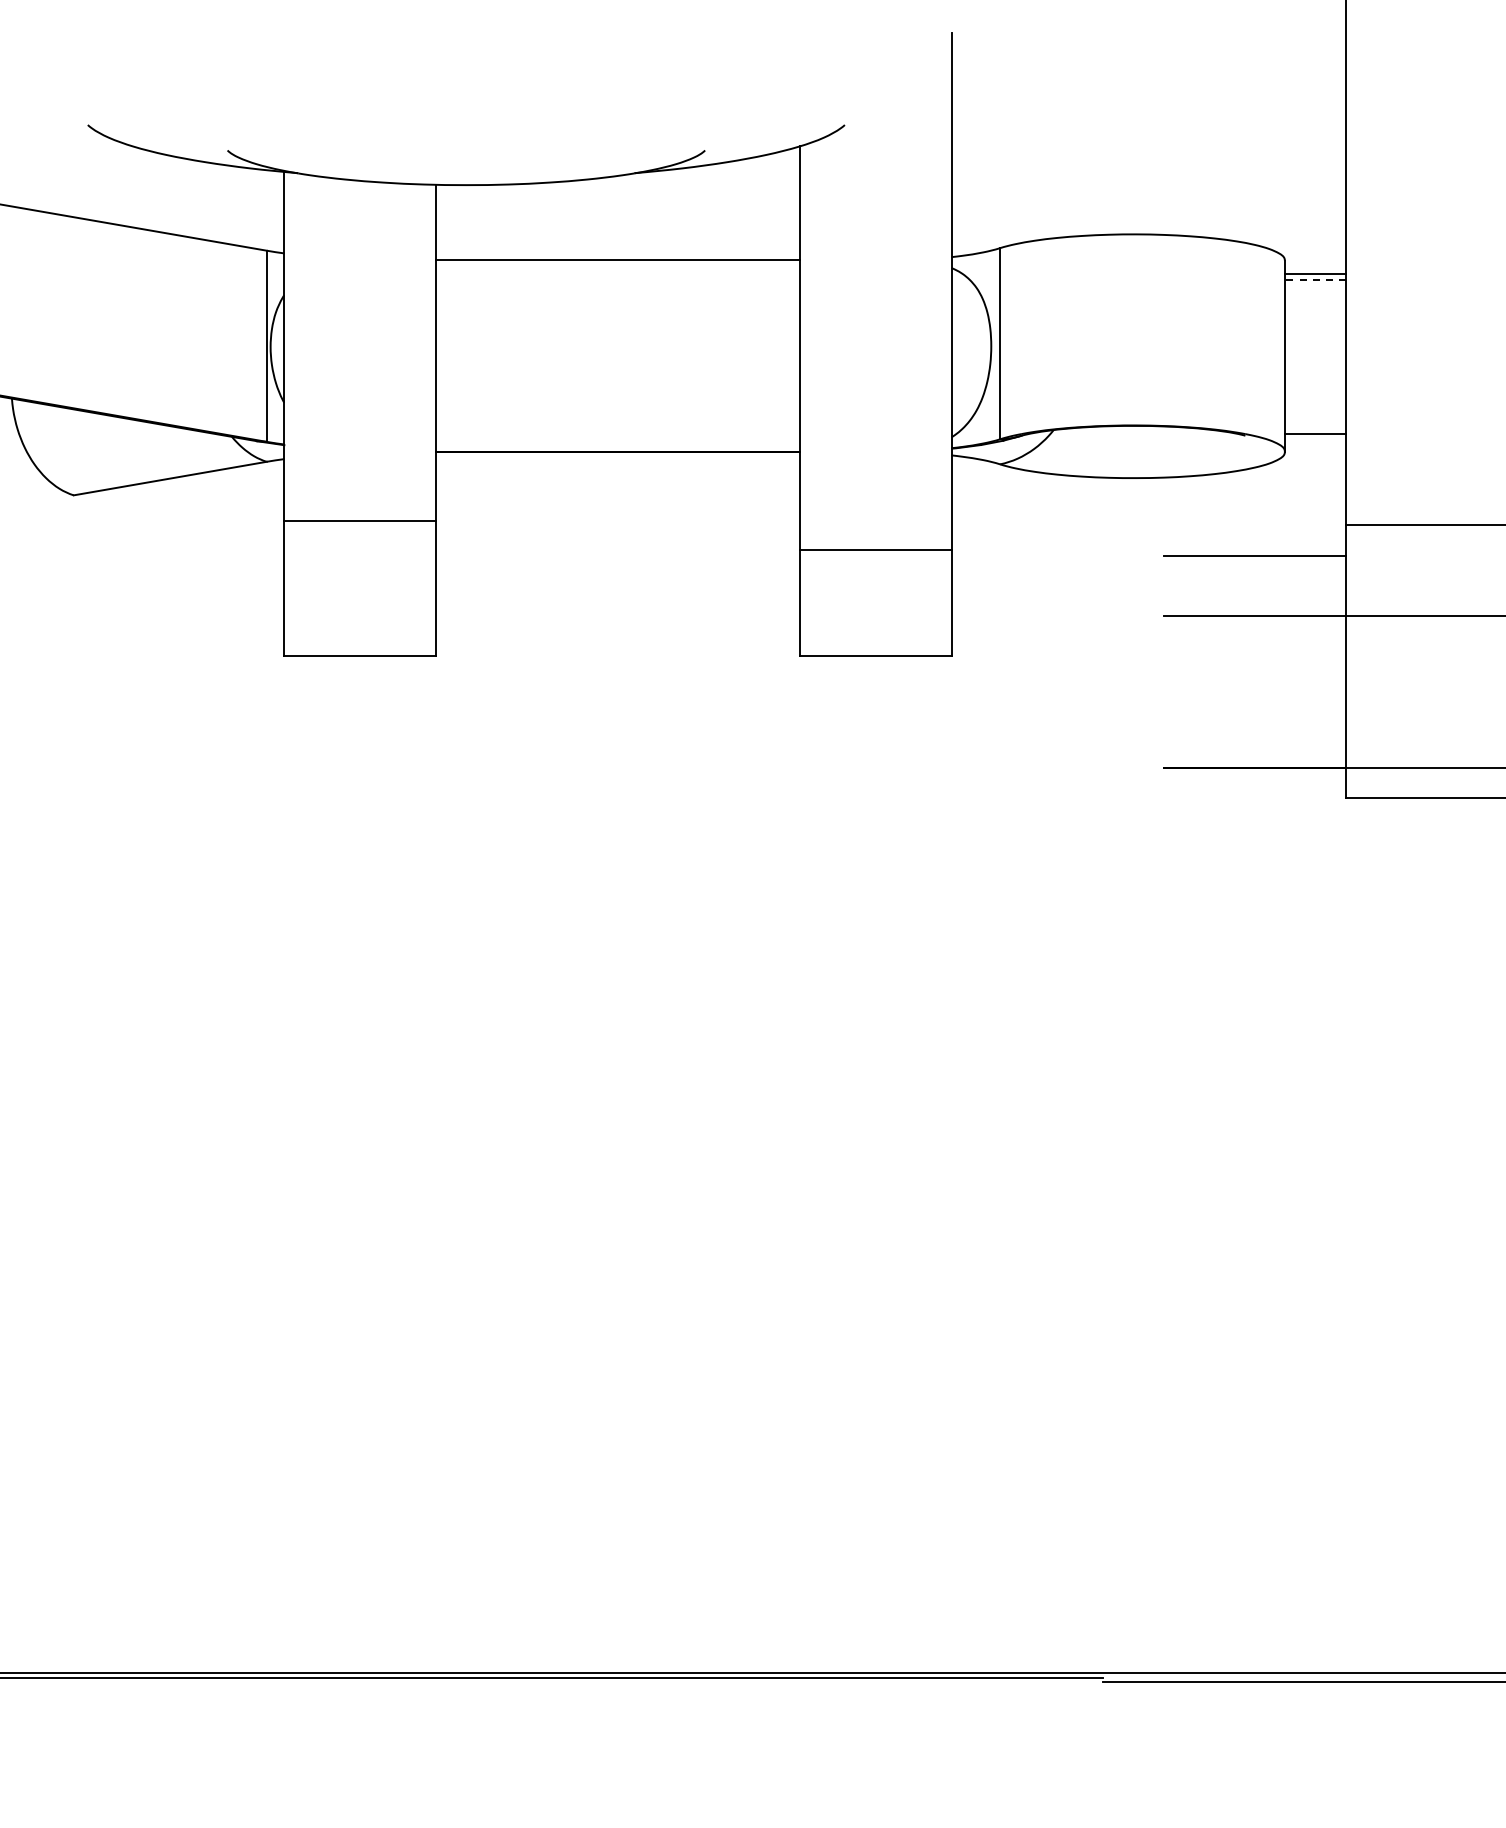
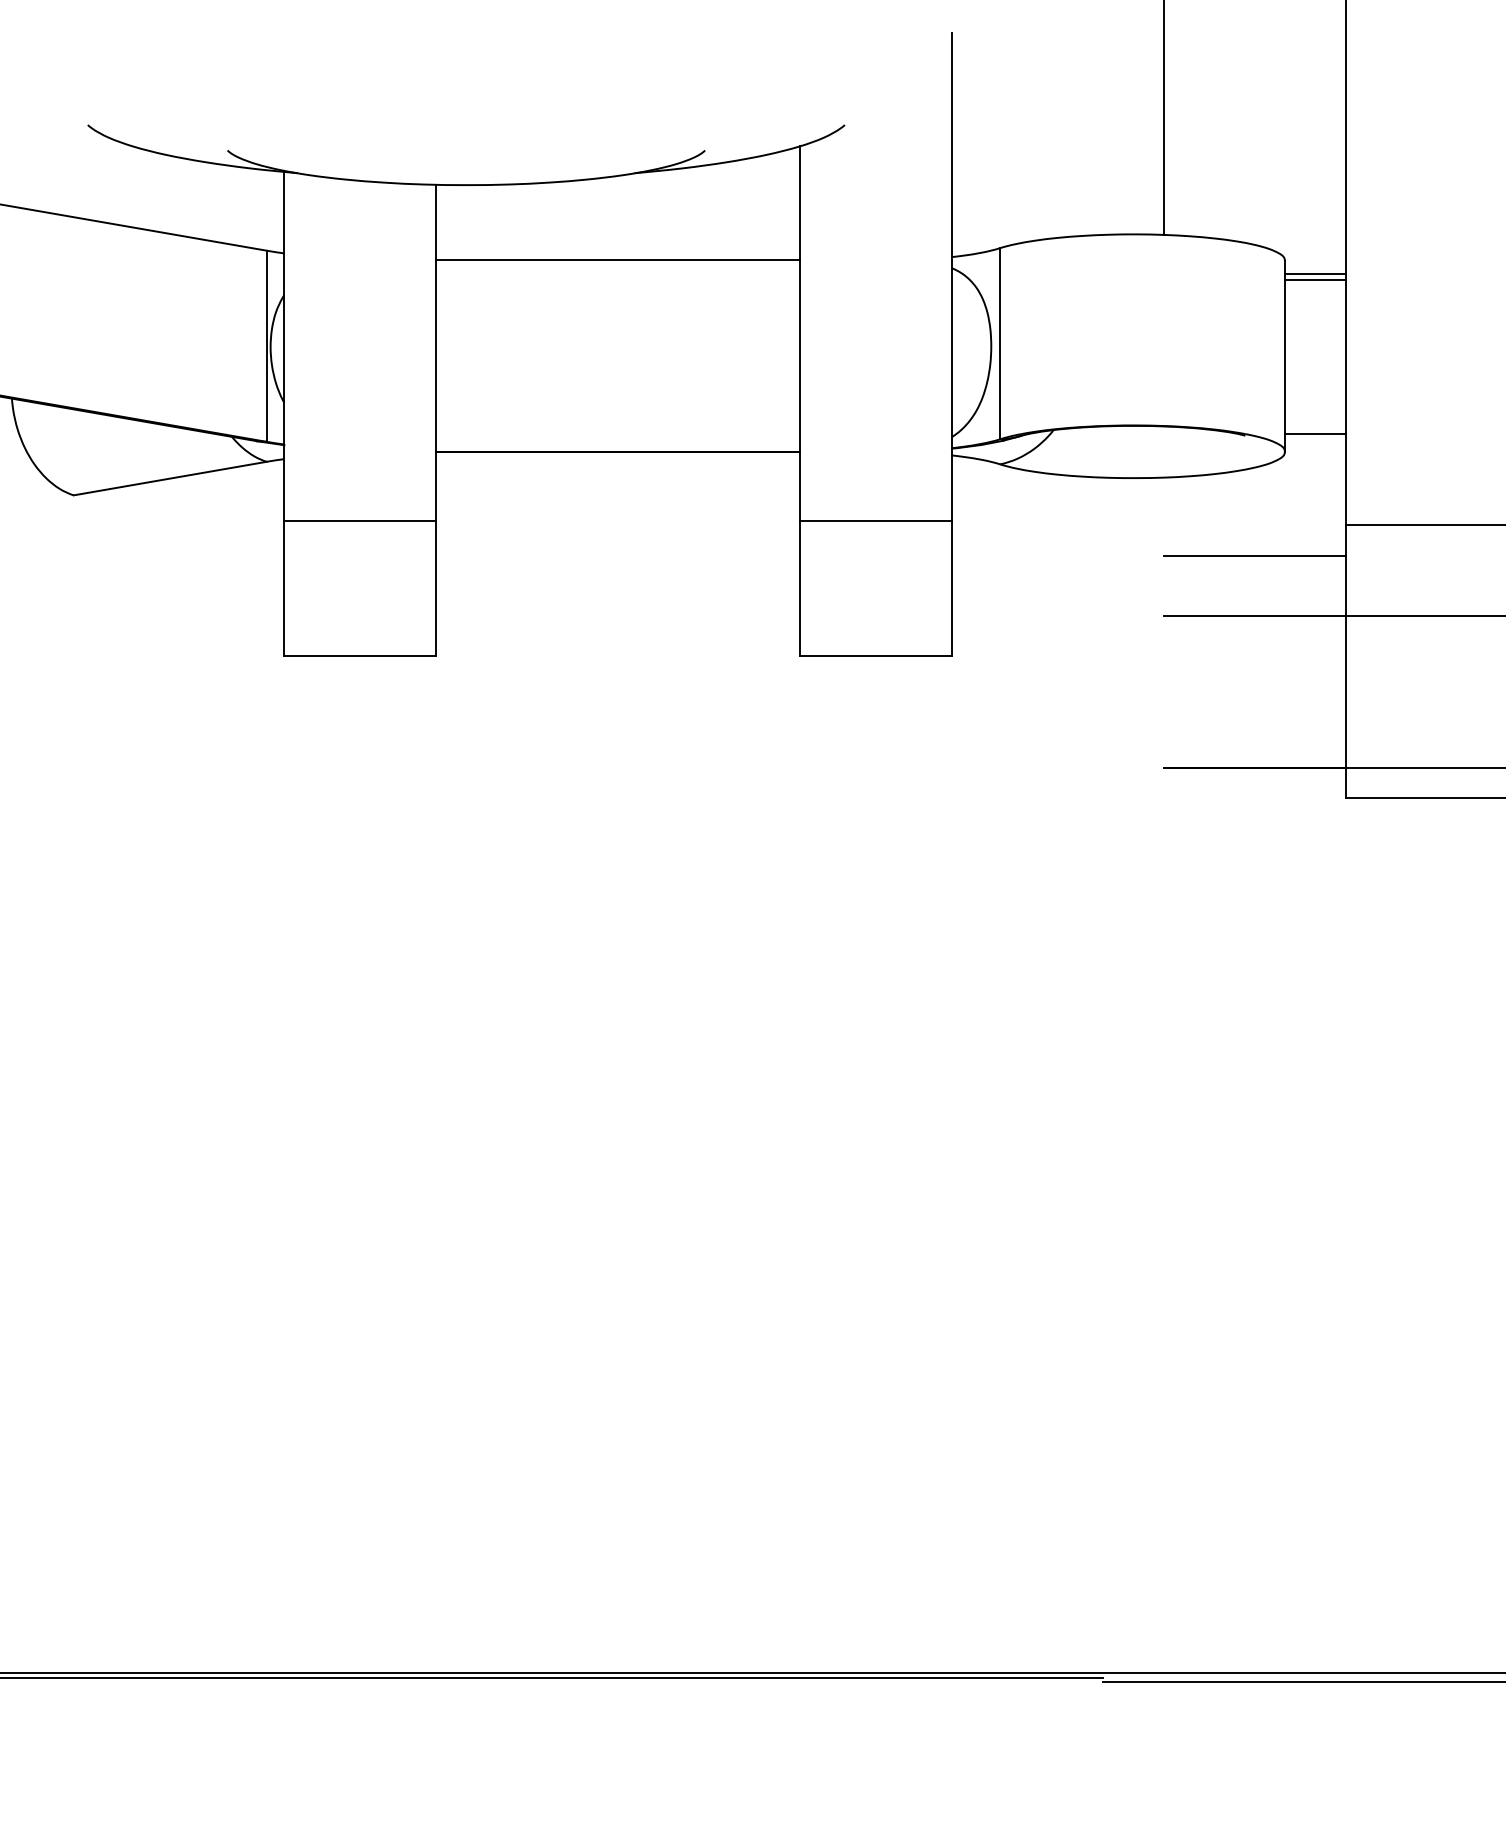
line at (1163, 118): none -> present
line at (1314, 279): dashed -> solid
line at (875, 549) position: (875, 549) -> (875, 520)
